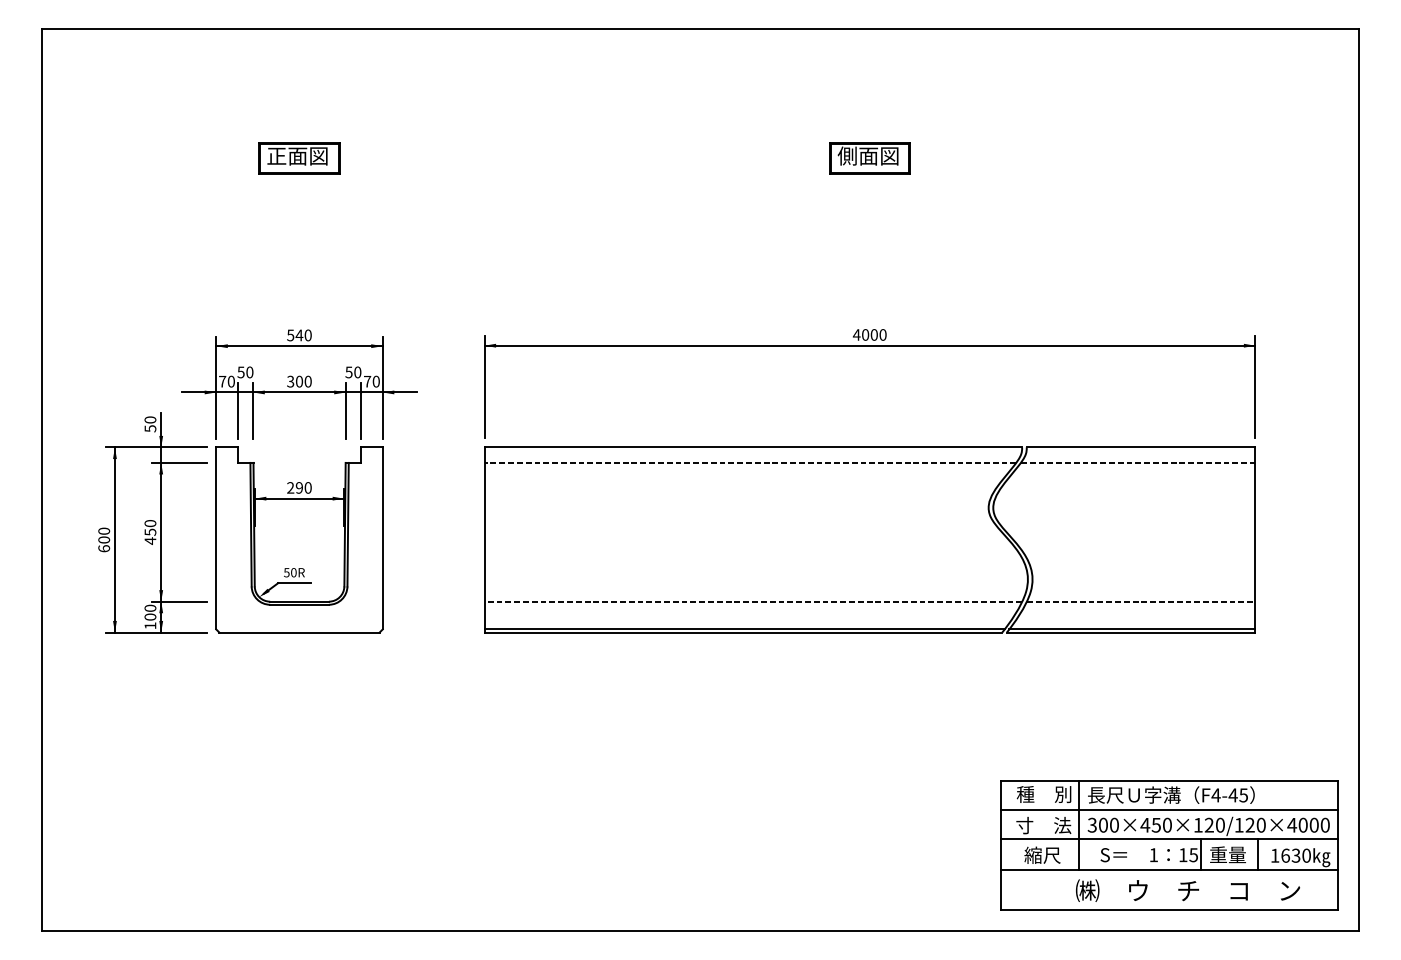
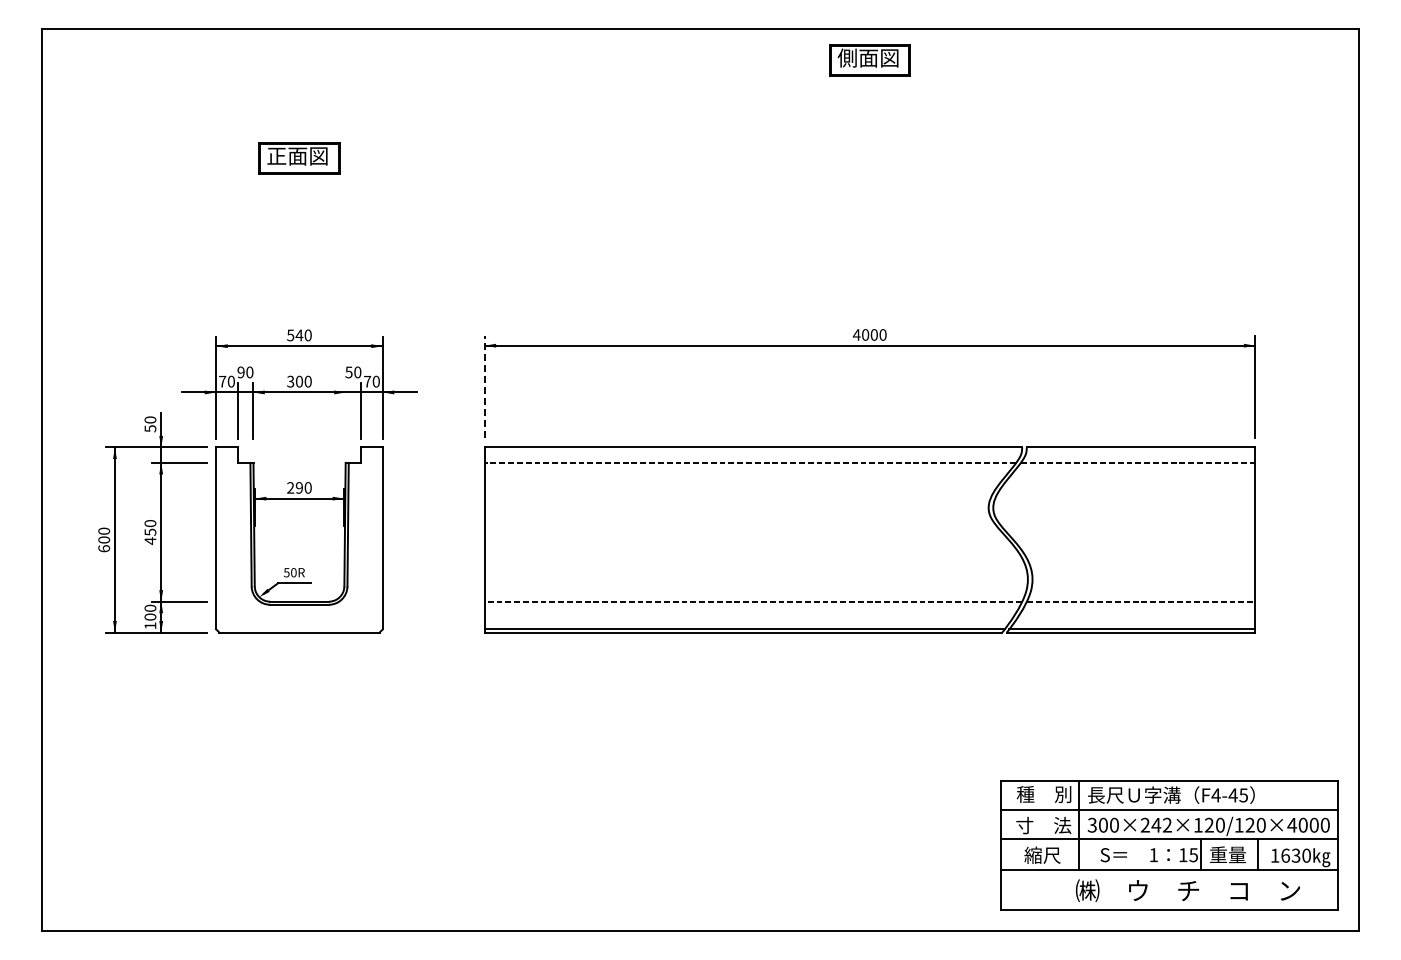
part at (869, 158) position: (869, 158) -> (869, 60)
text at (240, 372): 50 -> 90
line at (484, 387): solid -> dashed
line at (345, 410): present -> none
text at (1155, 824): 300×450×120/120×4000 -> 300×242×120/120×4000
